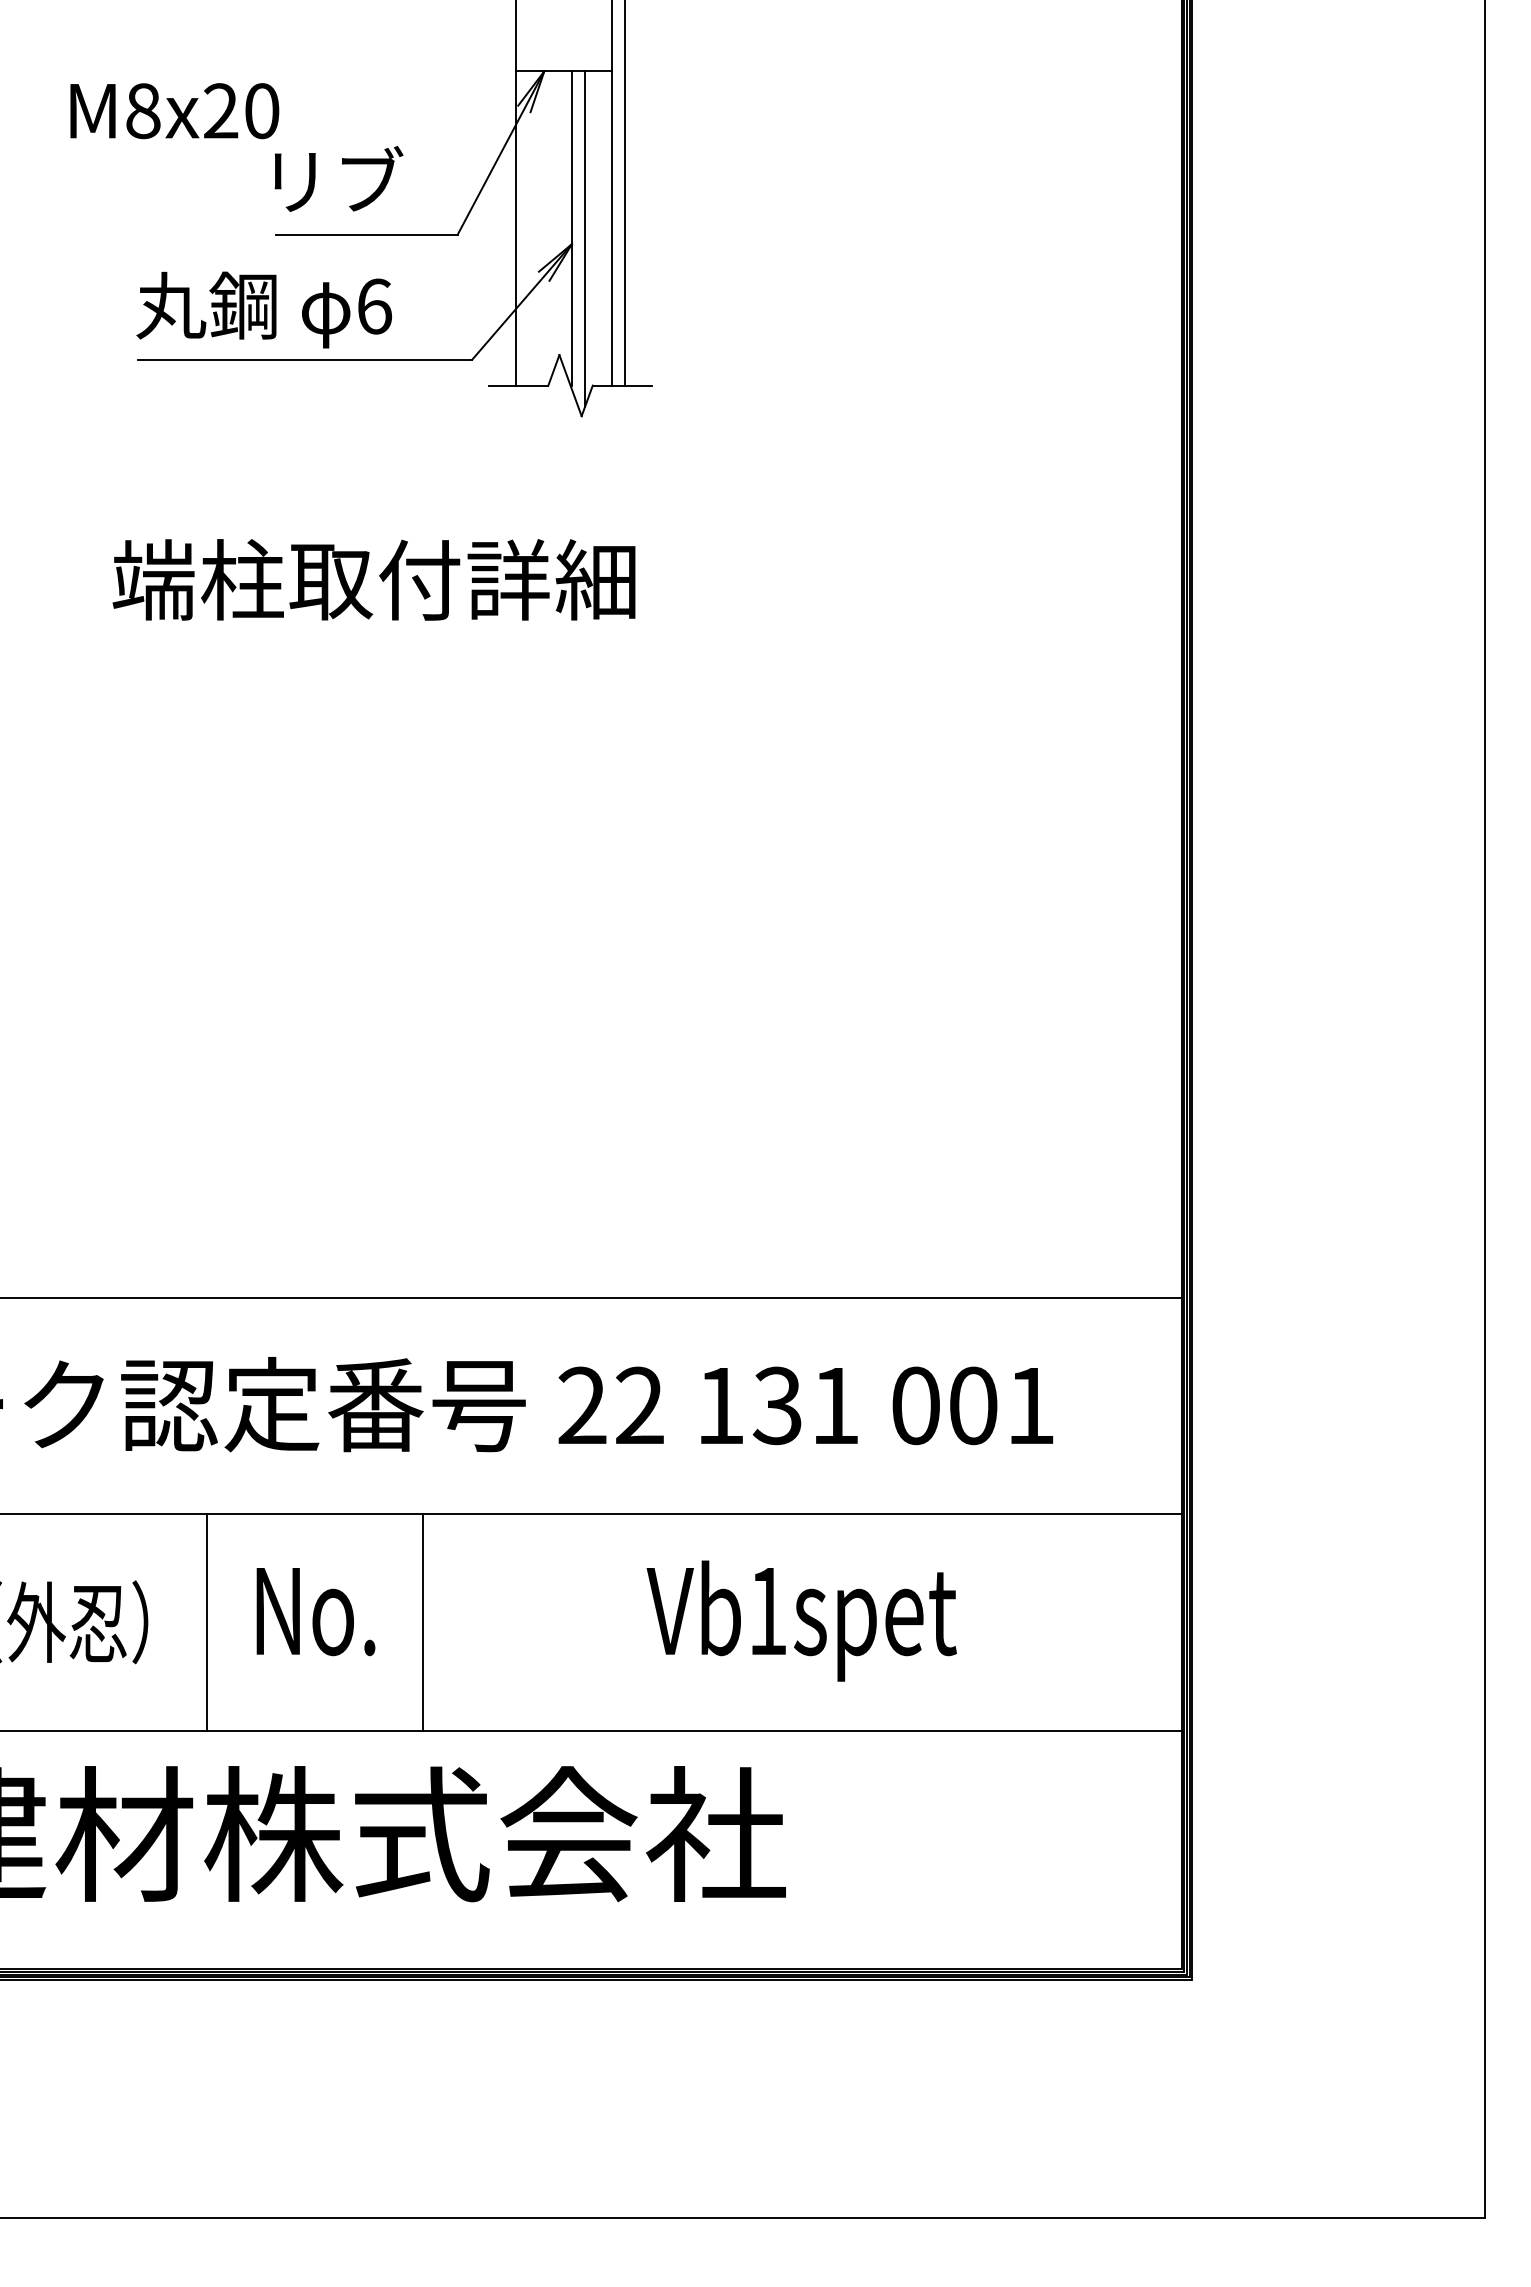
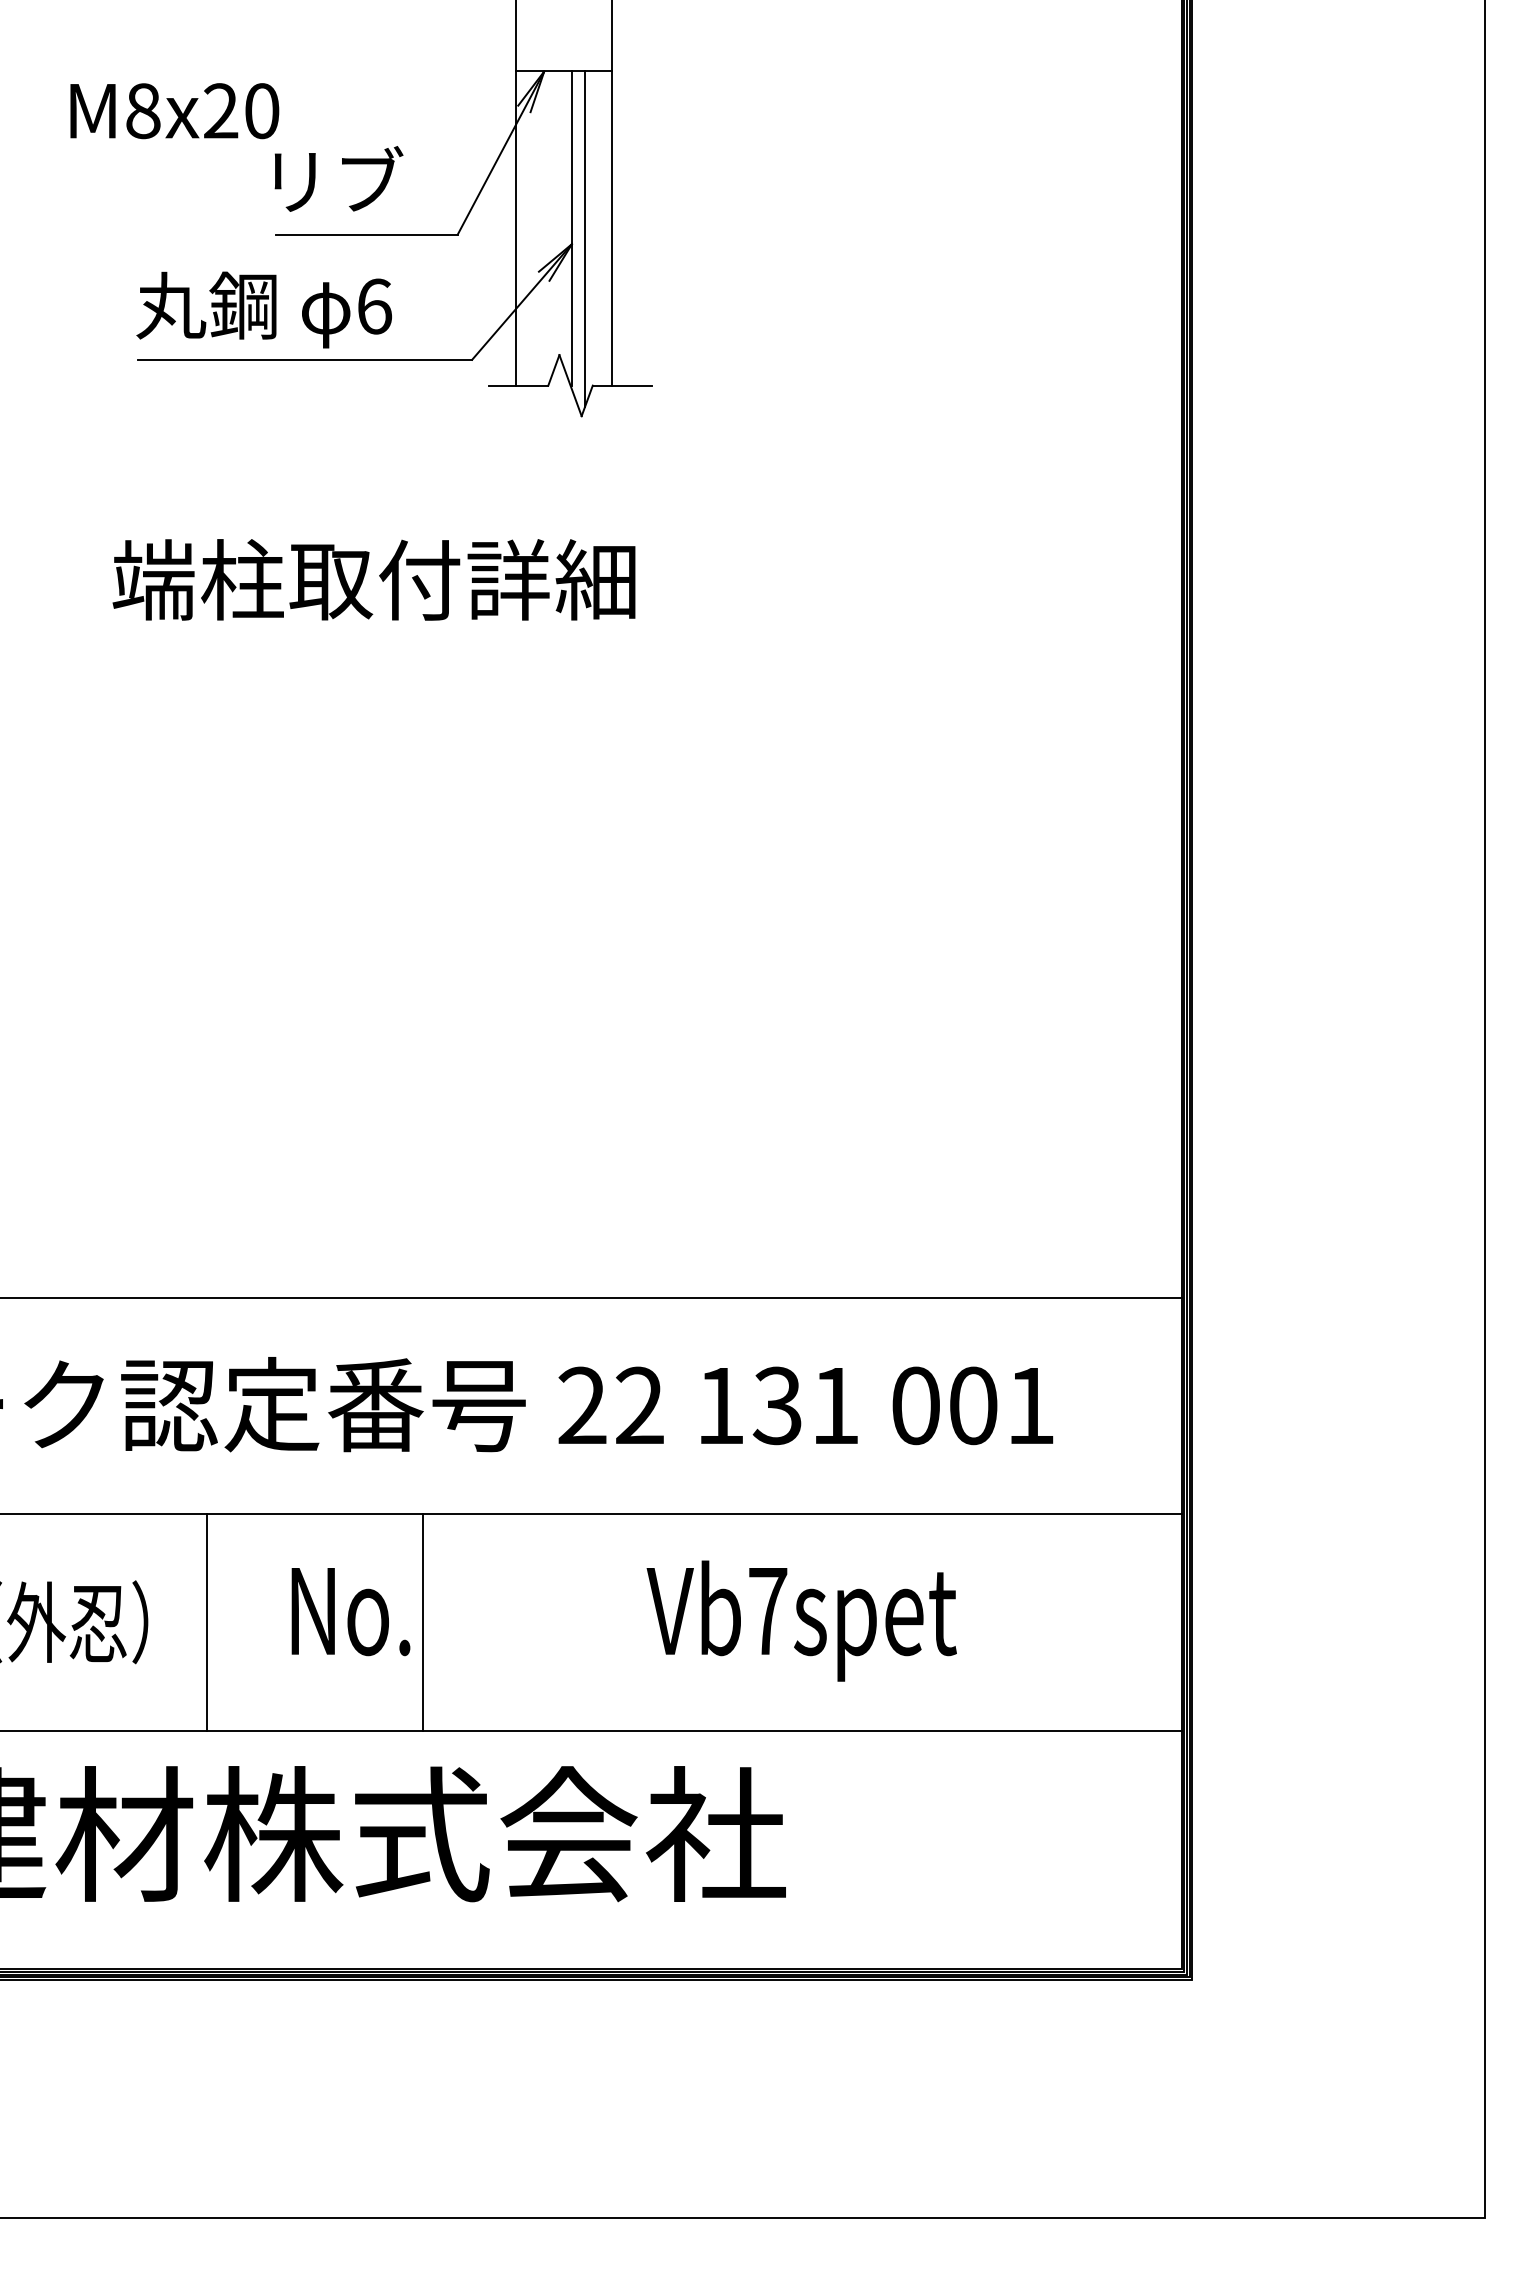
line at (624, 193): present -> none
text at (768, 1611): Vb1spet -> Vb7spet
text at (315, 1612) position: (315, 1612) -> (350, 1612)
